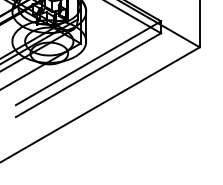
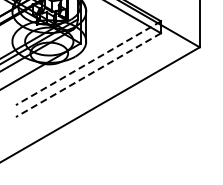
line at (88, 63): solid -> dashed
line at (88, 75): solid -> dashed
